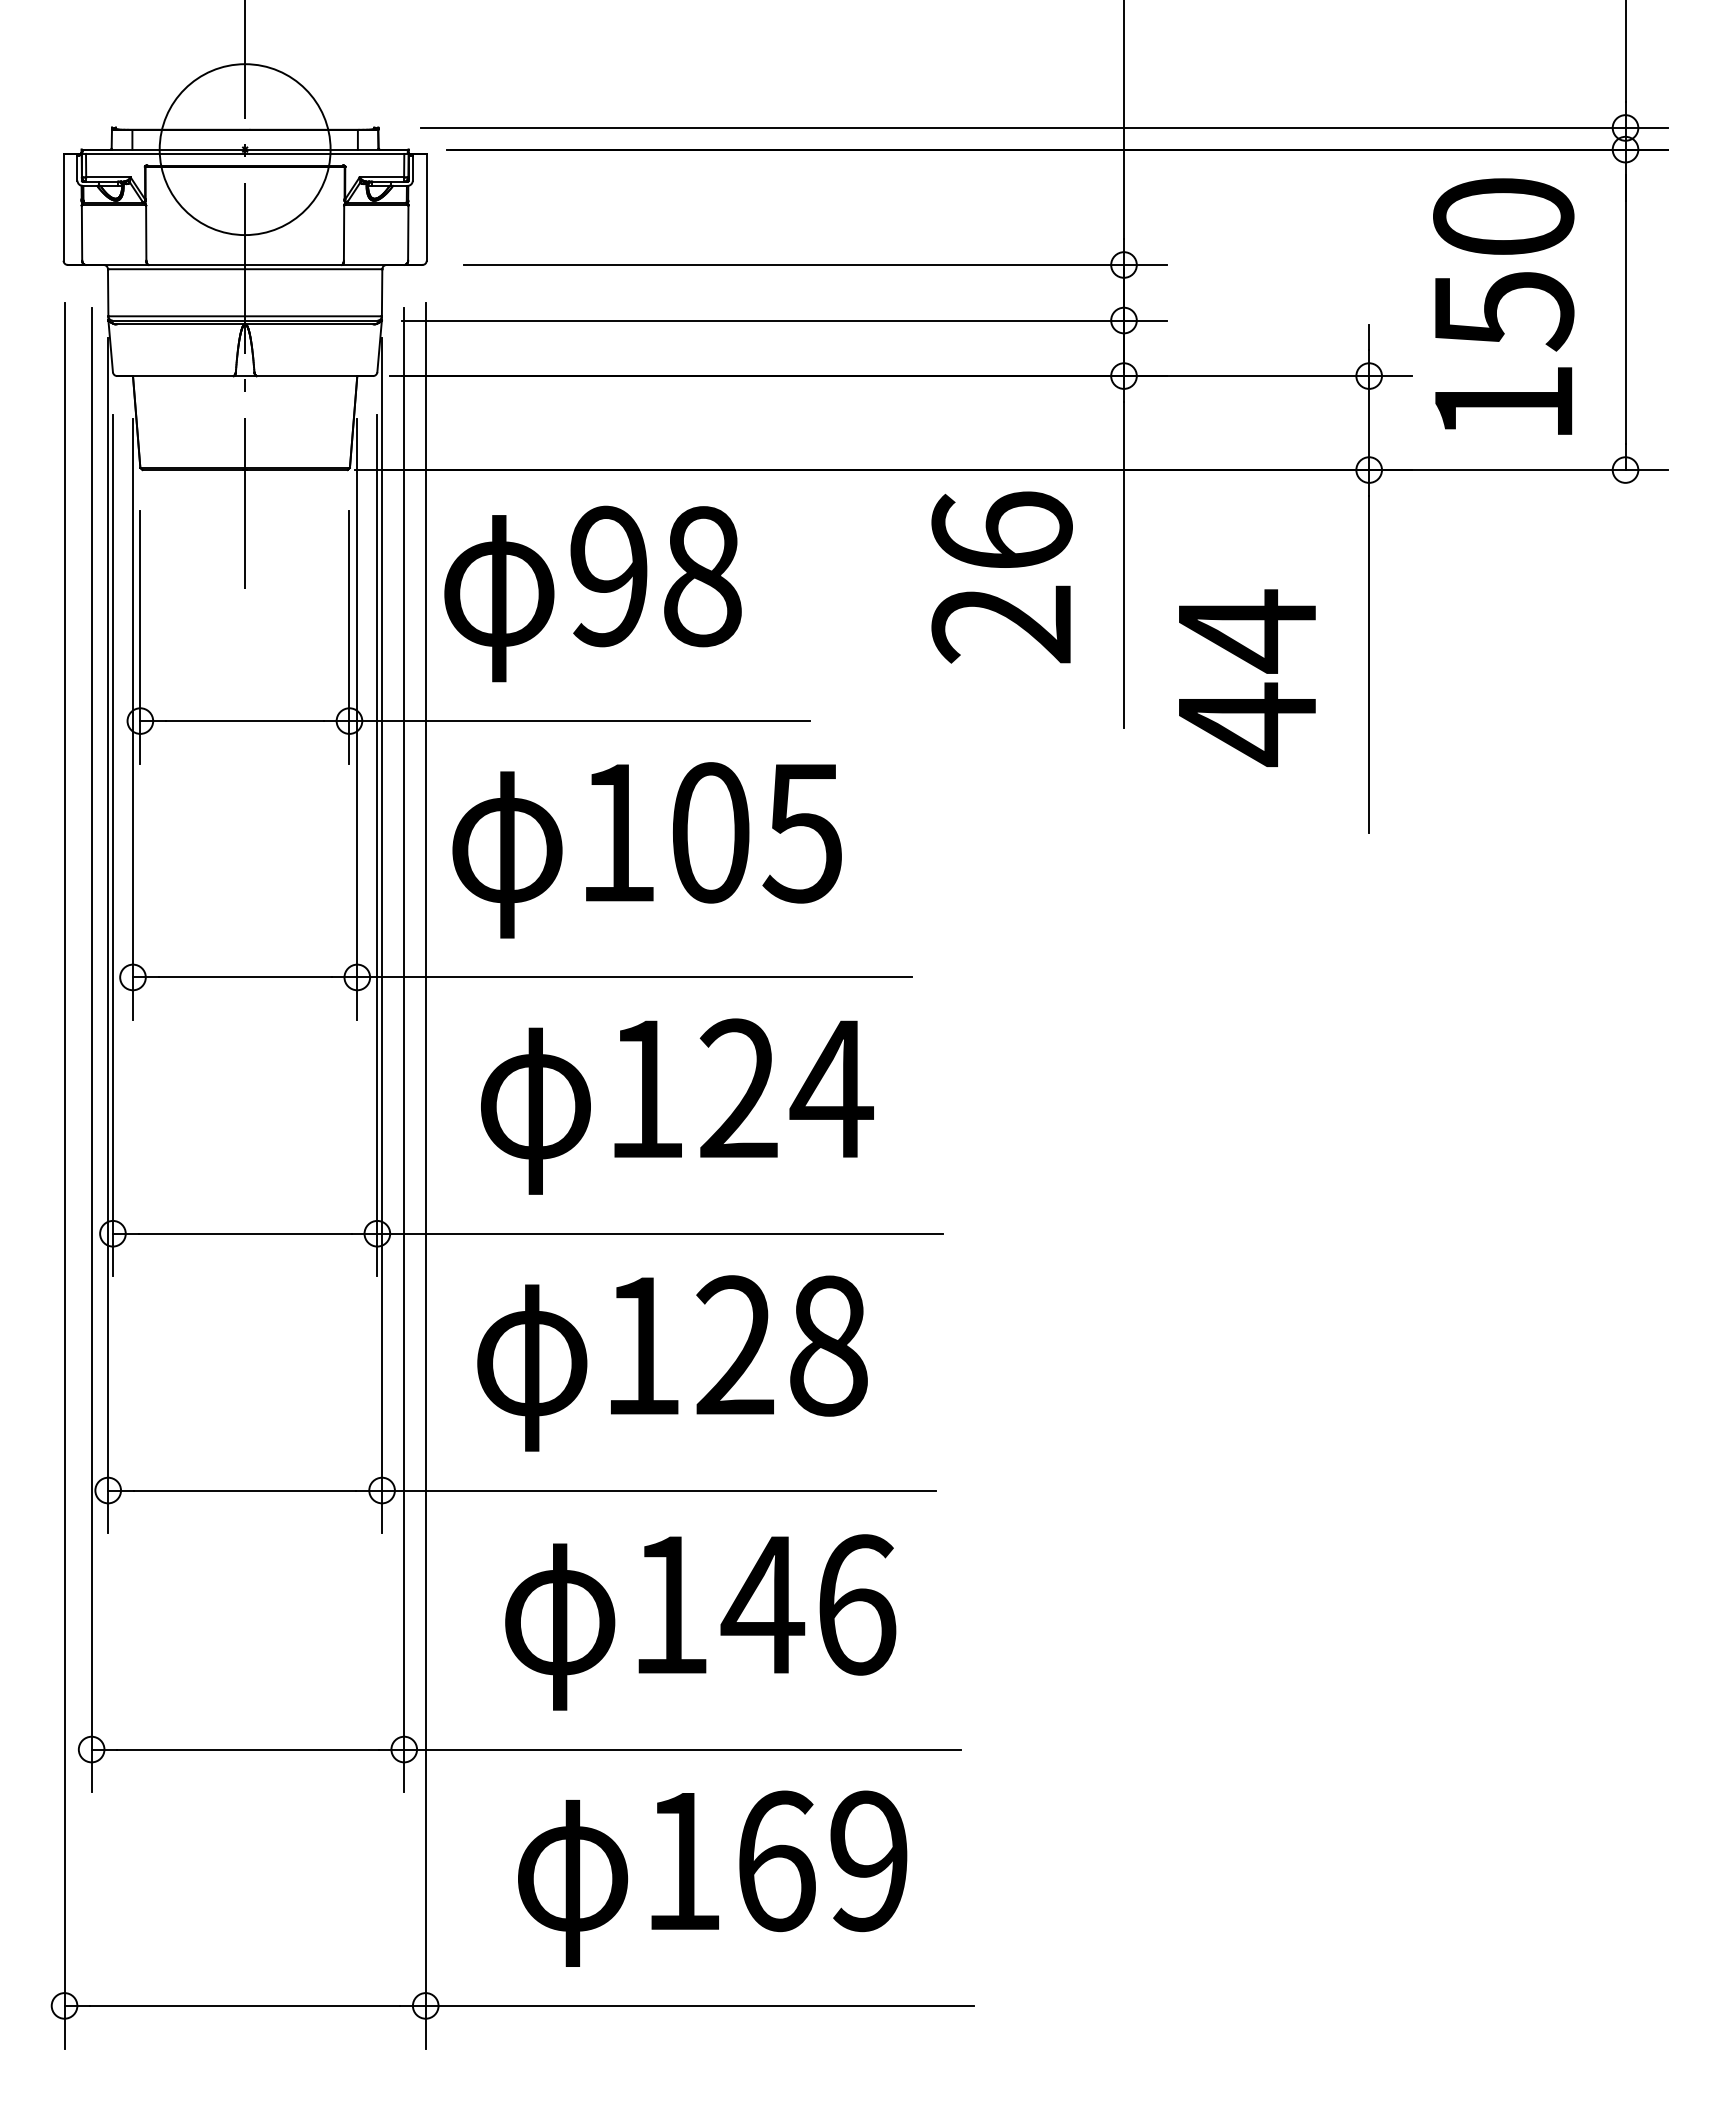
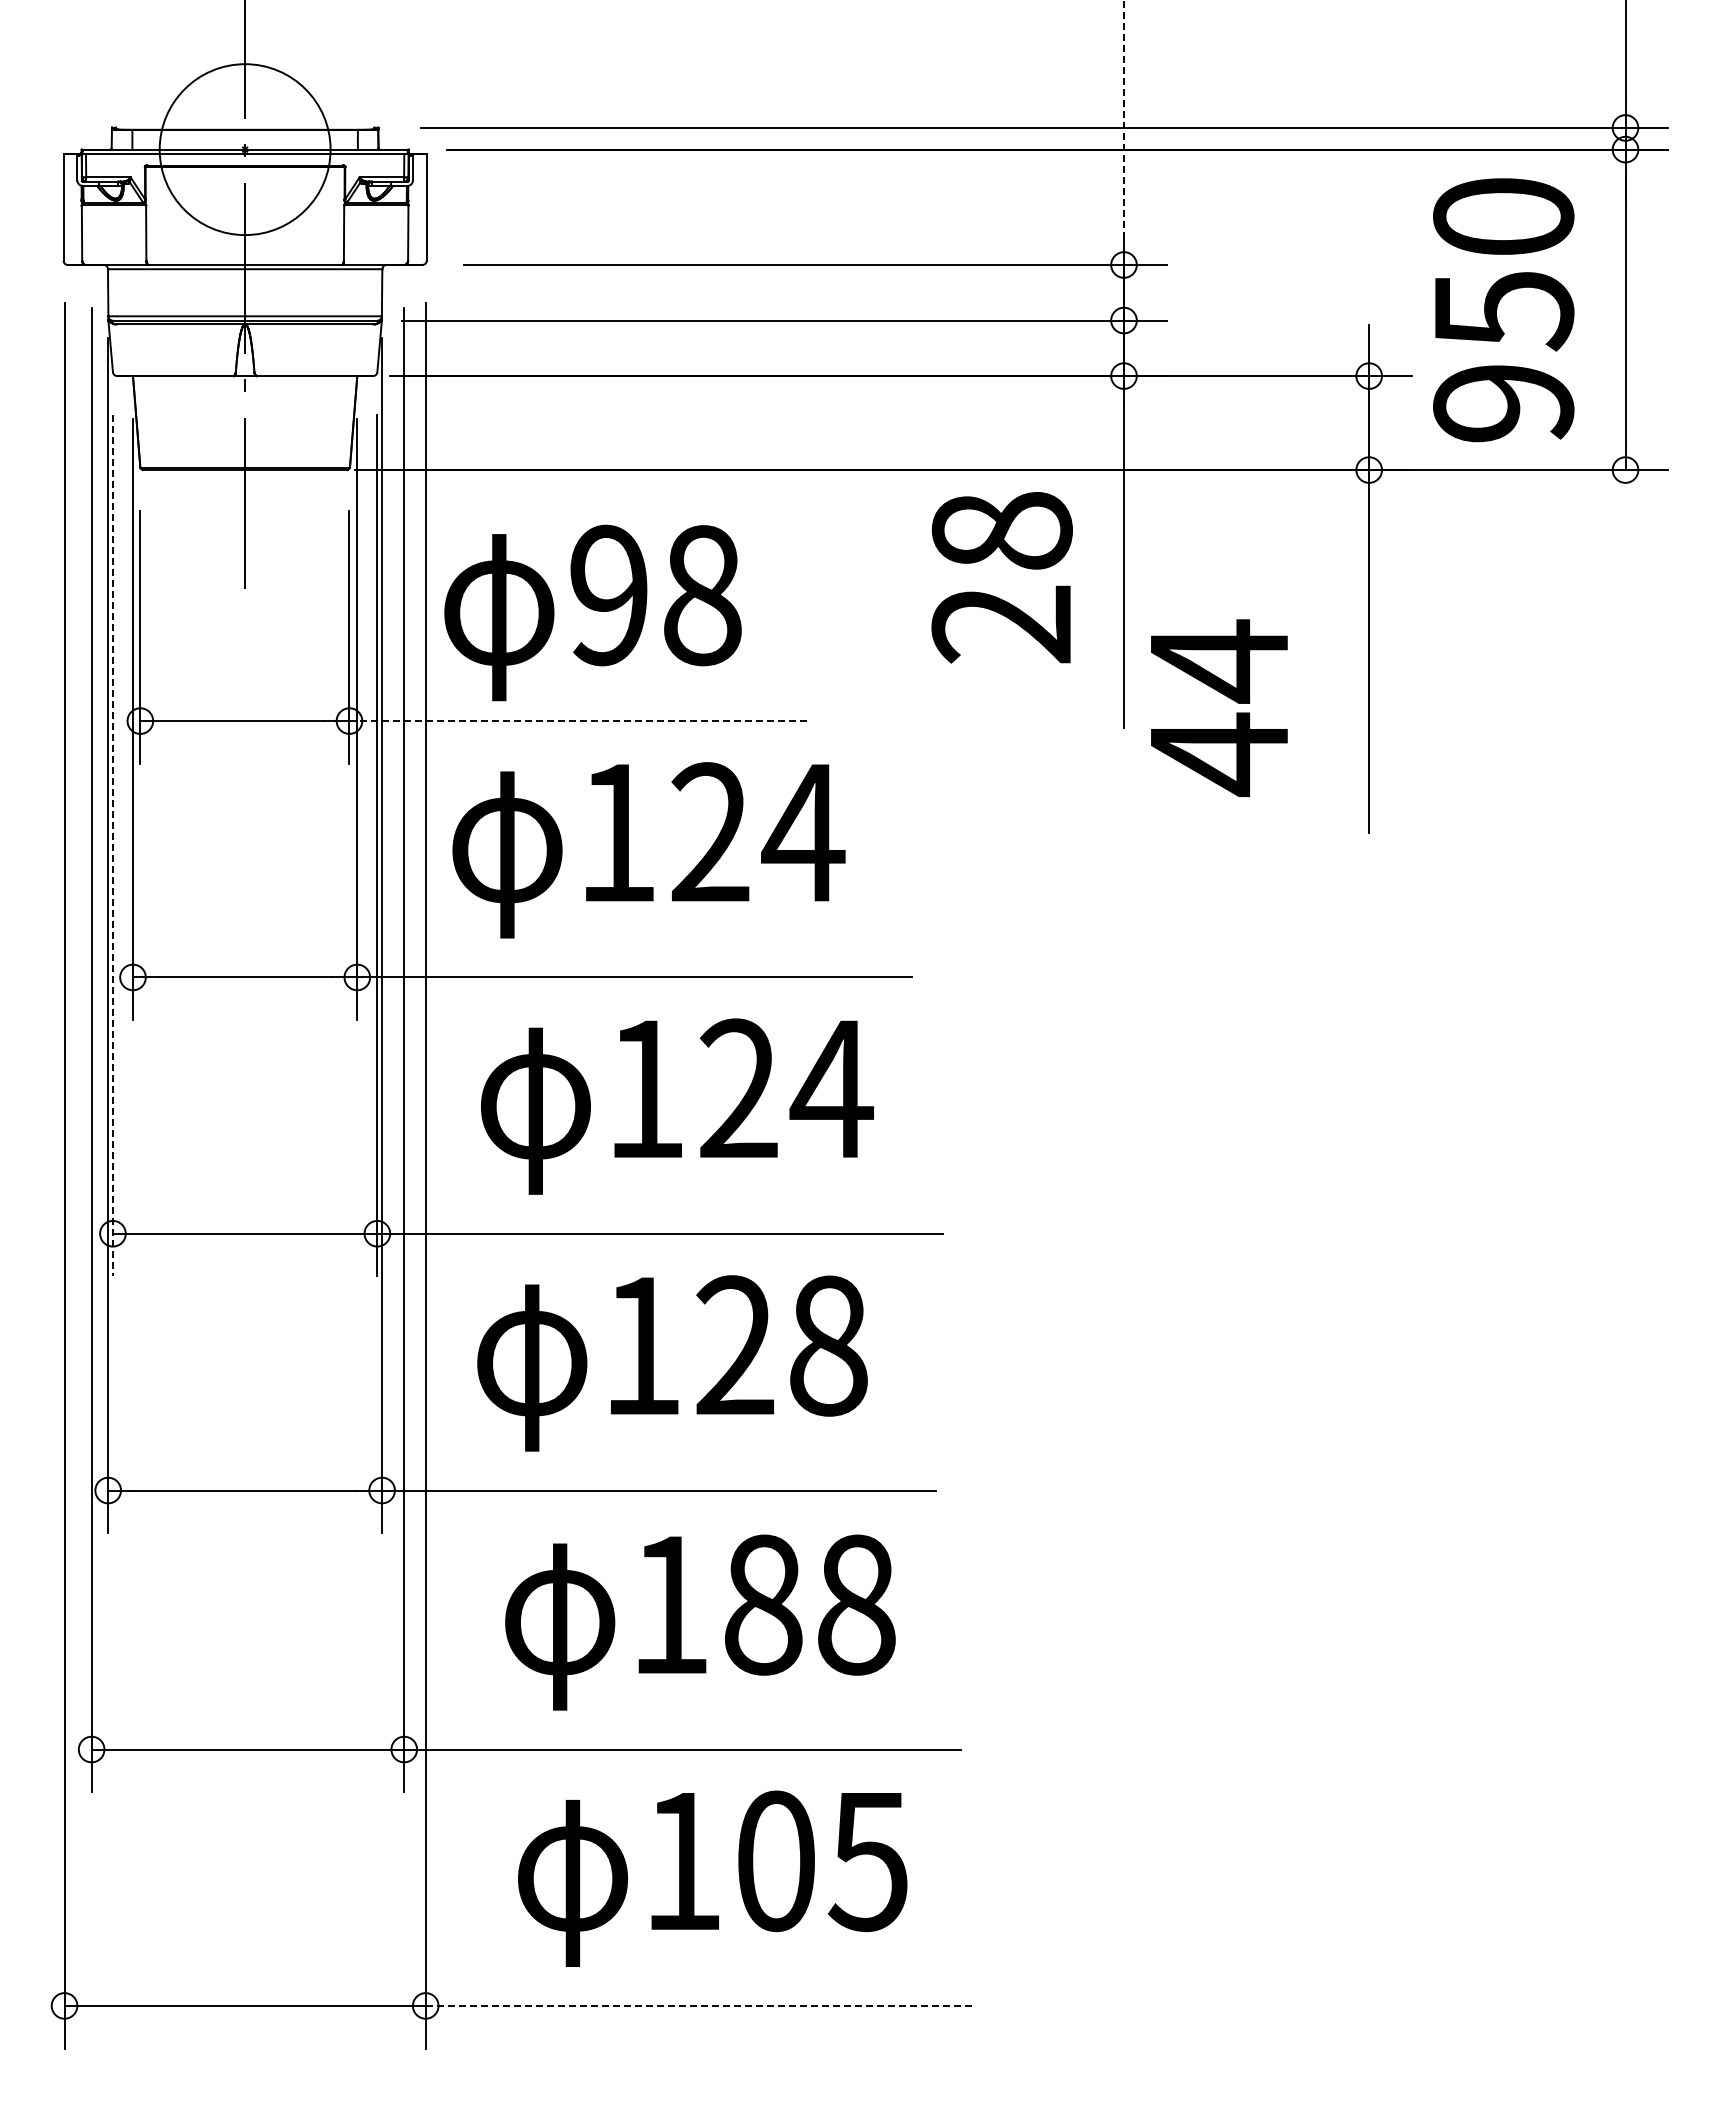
line at (1124, 119): solid -> dashed
text at (1503, 403): 150 -> 950
text at (1001, 530): 26 -> 28
text at (592, 593) position: (592, 593) -> (592, 612)
text at (1247, 677) position: (1247, 677) -> (1219, 707)
line at (580, 721): solid -> dashed
text at (758, 832): 105 -> 124
line at (112, 845): solid -> dashed
text at (808, 1604): 146 -> 188
text at (822, 1861): 169 -> 105
line at (700, 2005): solid -> dashed
